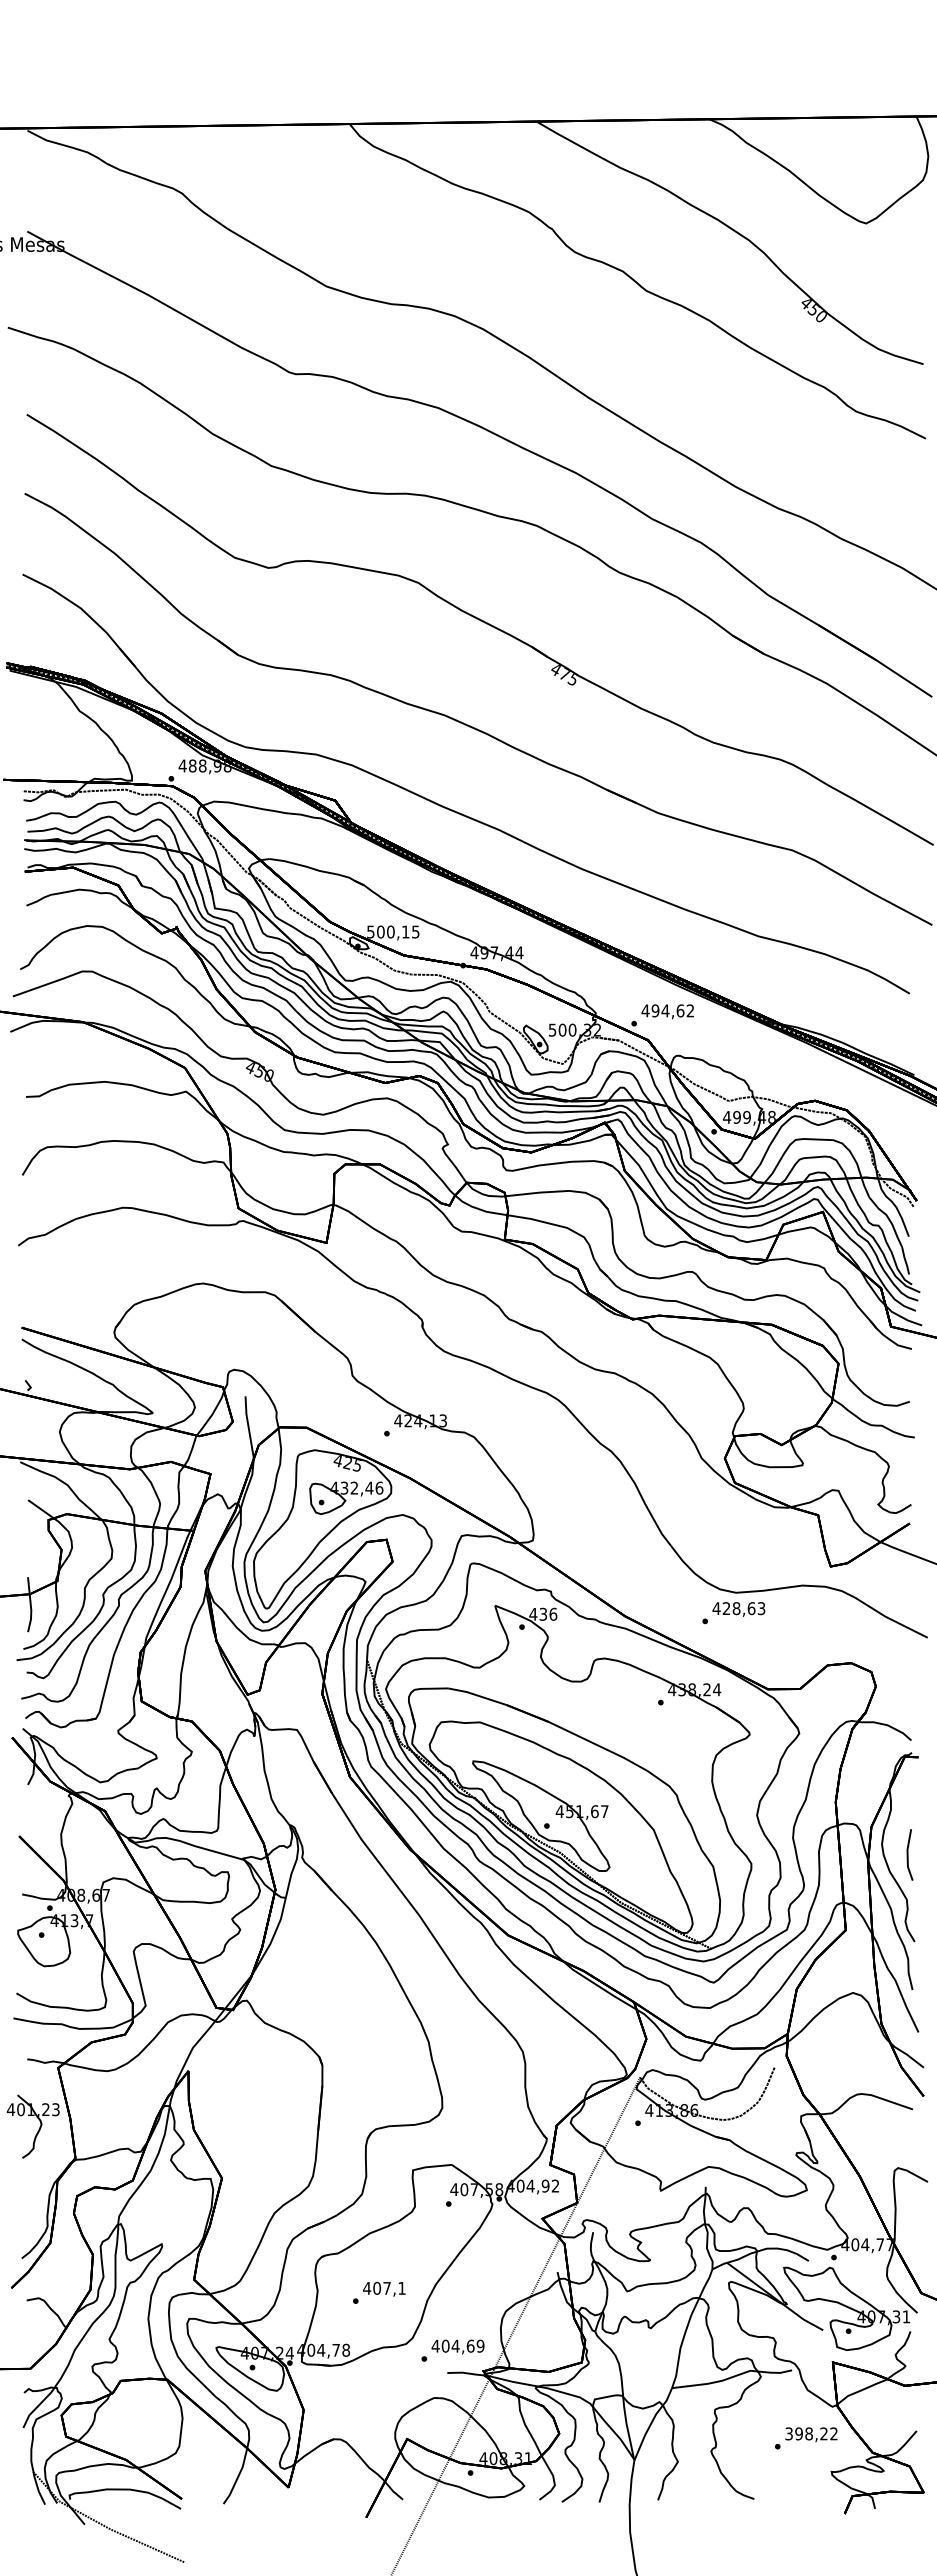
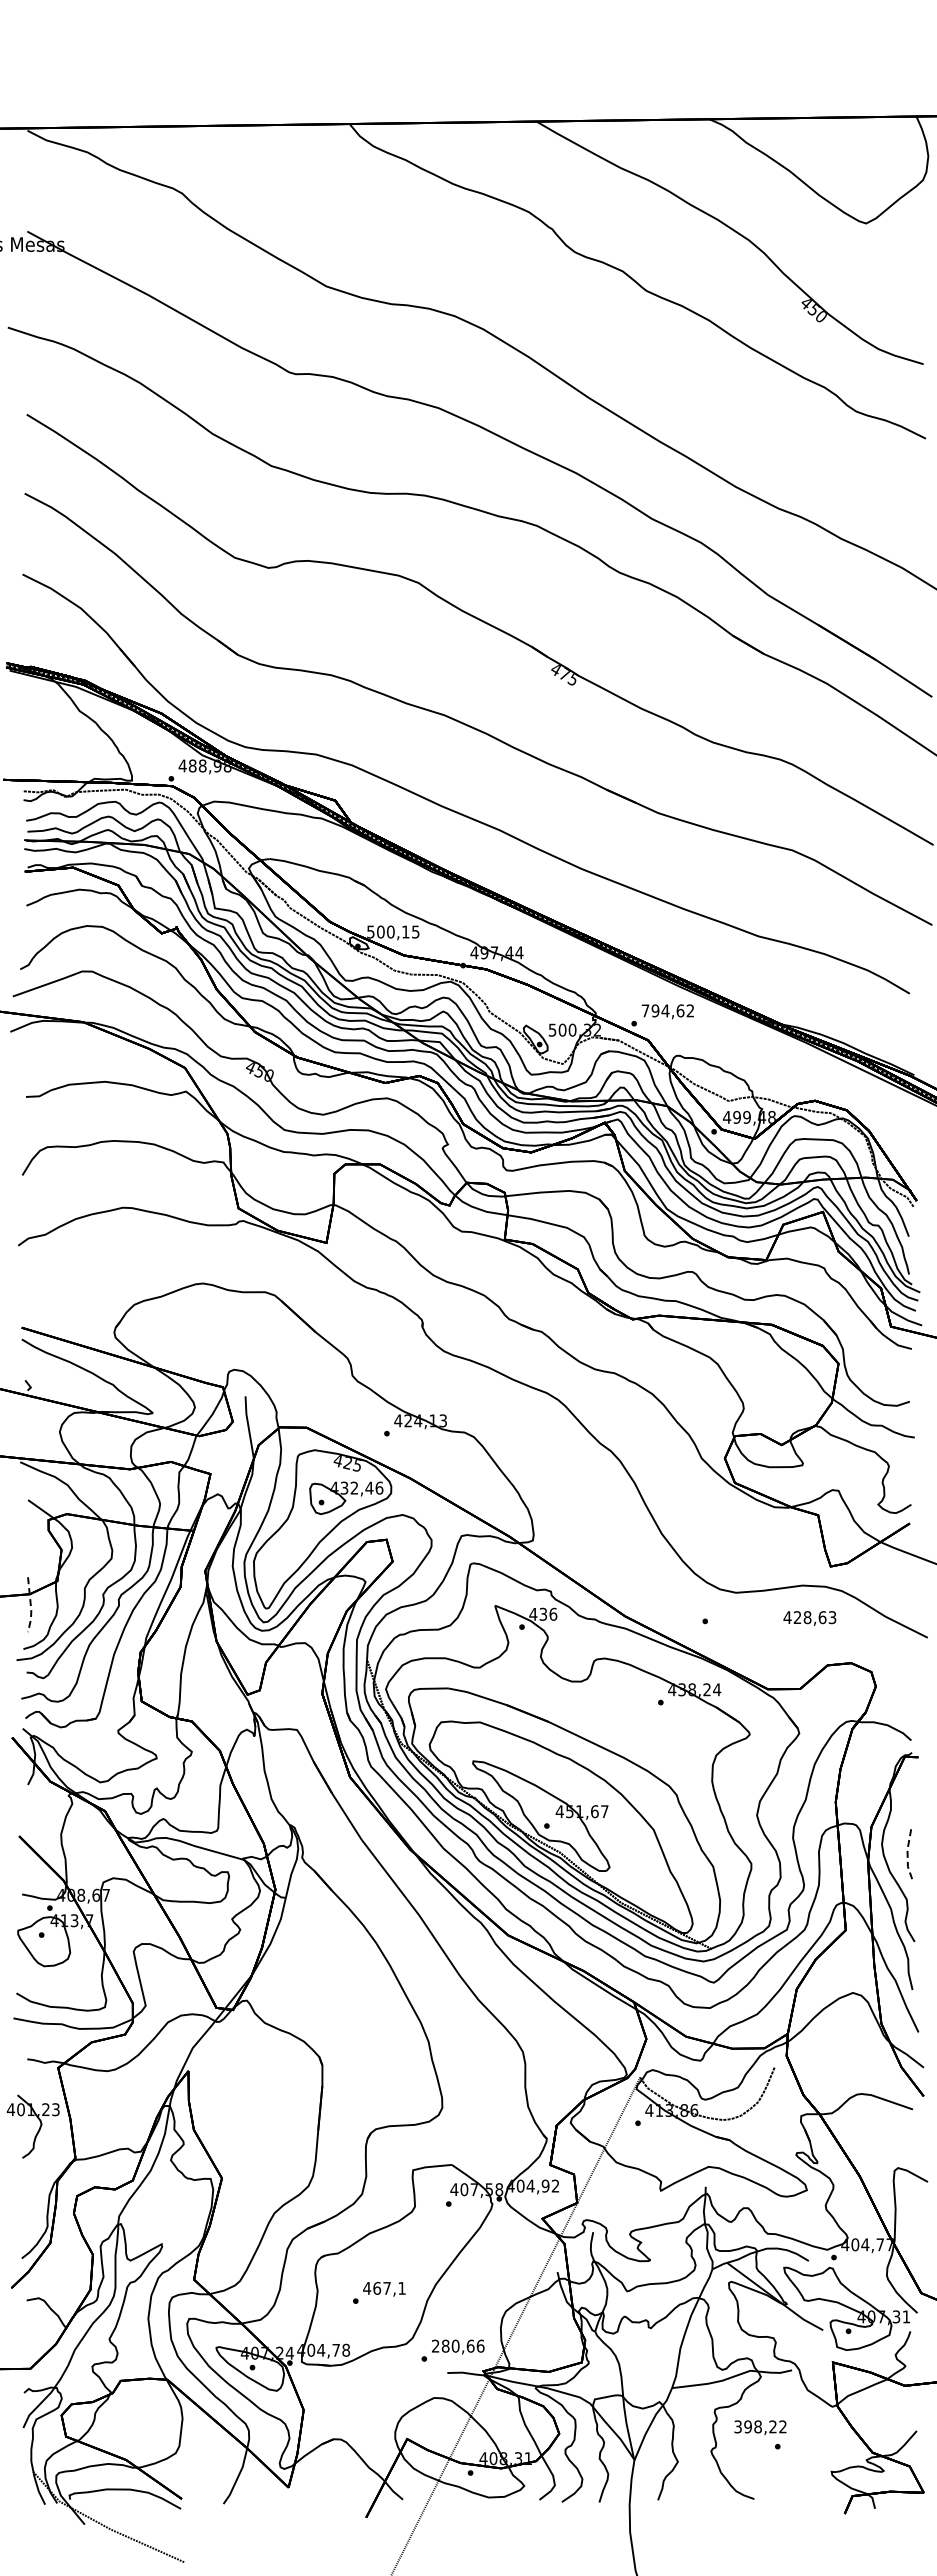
text at (645, 1010): 494,62 -> 794,62
line at (30, 1606): solid -> dashed
text at (738, 1609) position: (738, 1609) -> (809, 1618)
line at (907, 1855): solid -> dashed
text at (377, 2287): 407,1 -> 467,1
text at (457, 2345): 404,69 -> 280,66
text at (811, 2434) position: (811, 2434) -> (760, 2427)
